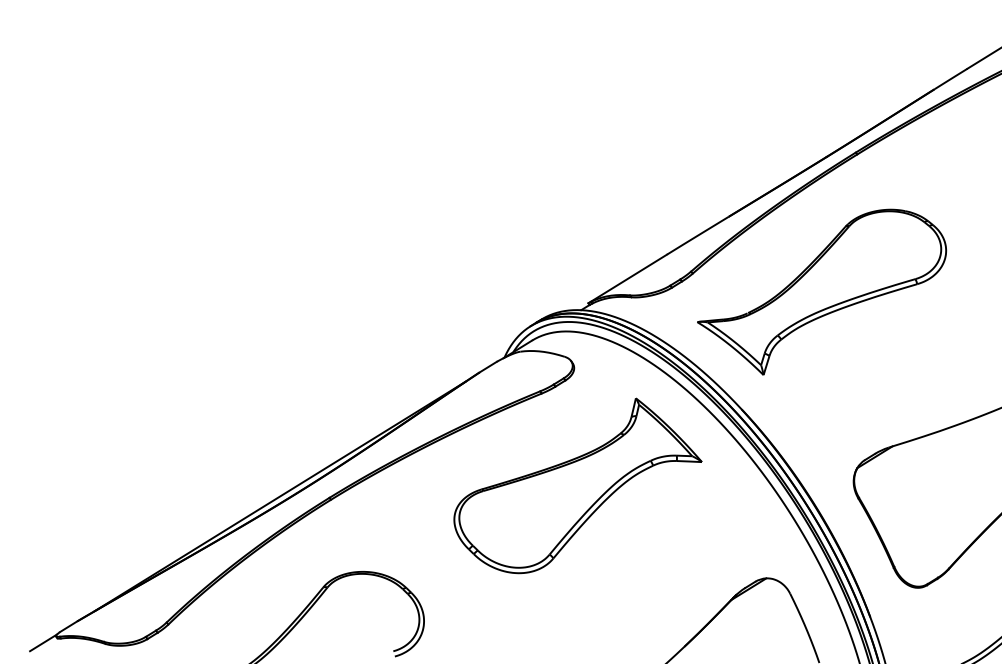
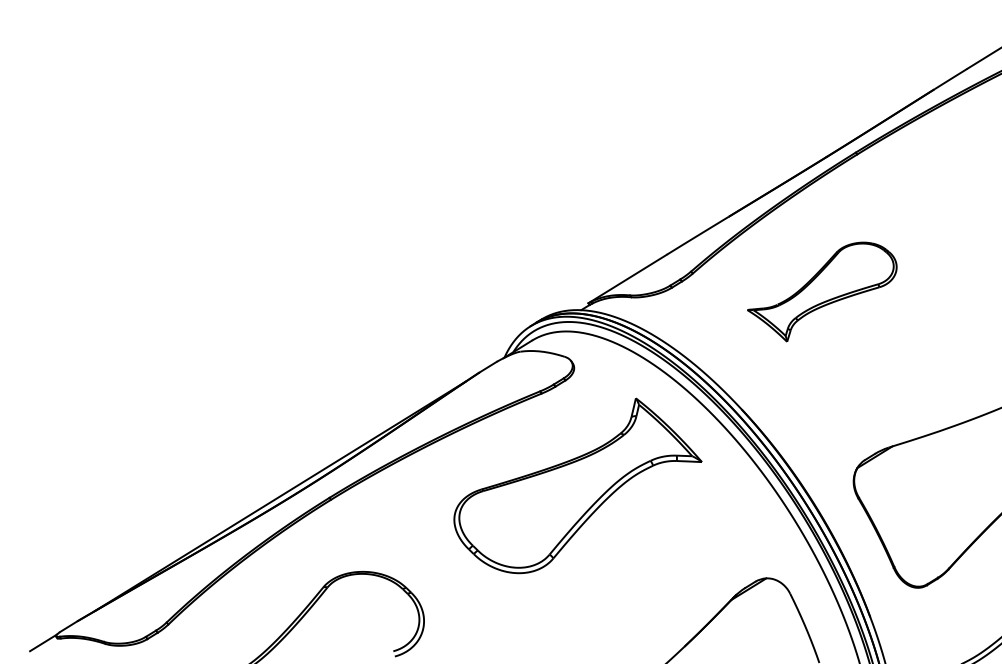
part at (822, 291) size: 251x168 px -> 151x102 px
